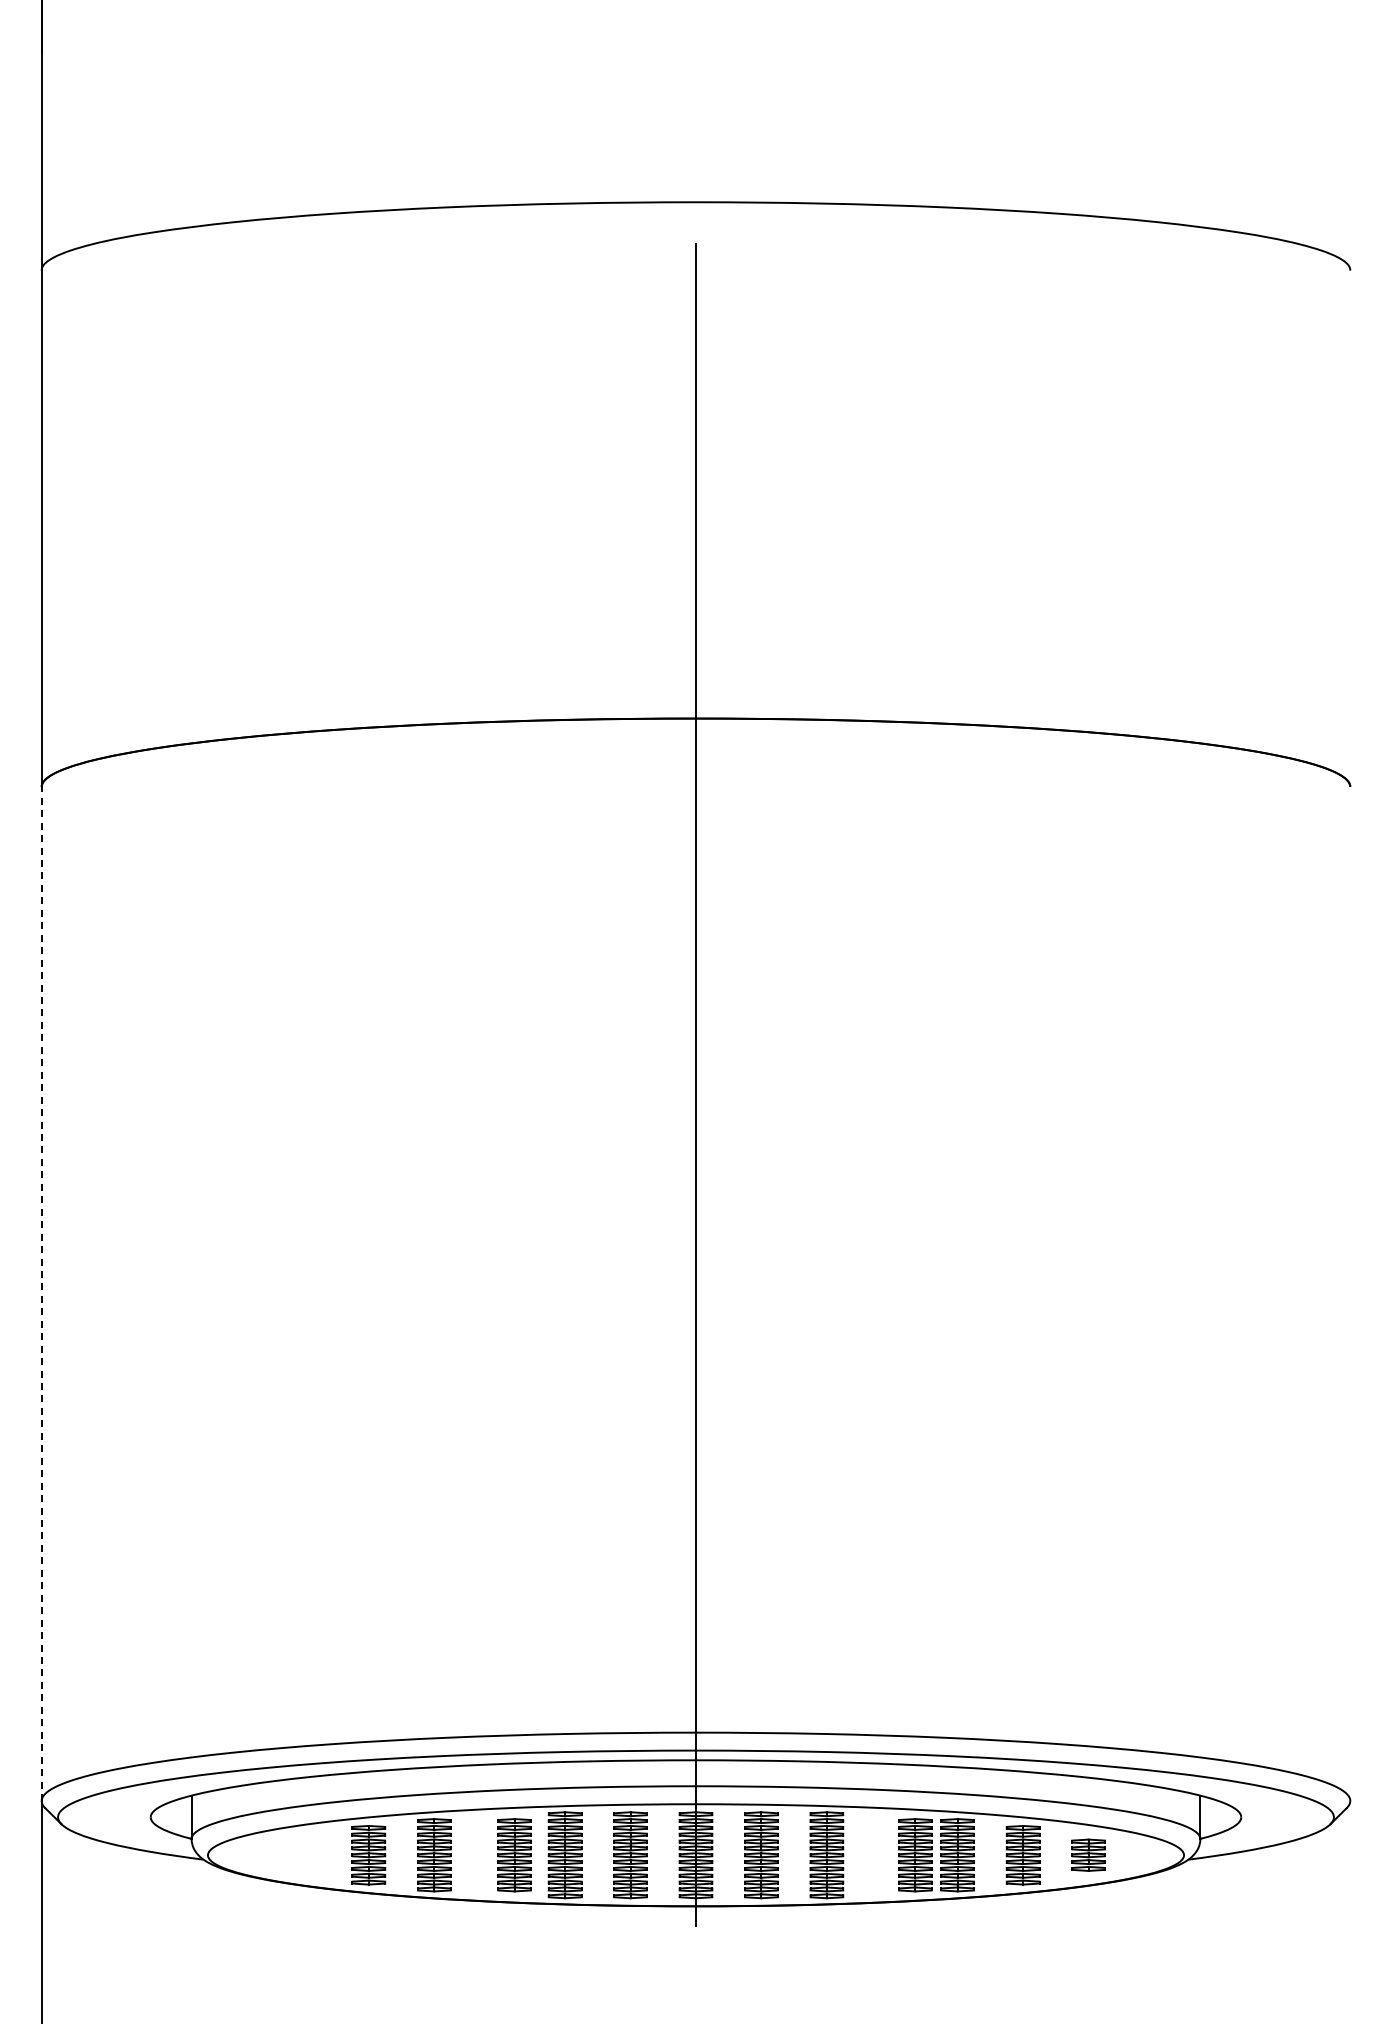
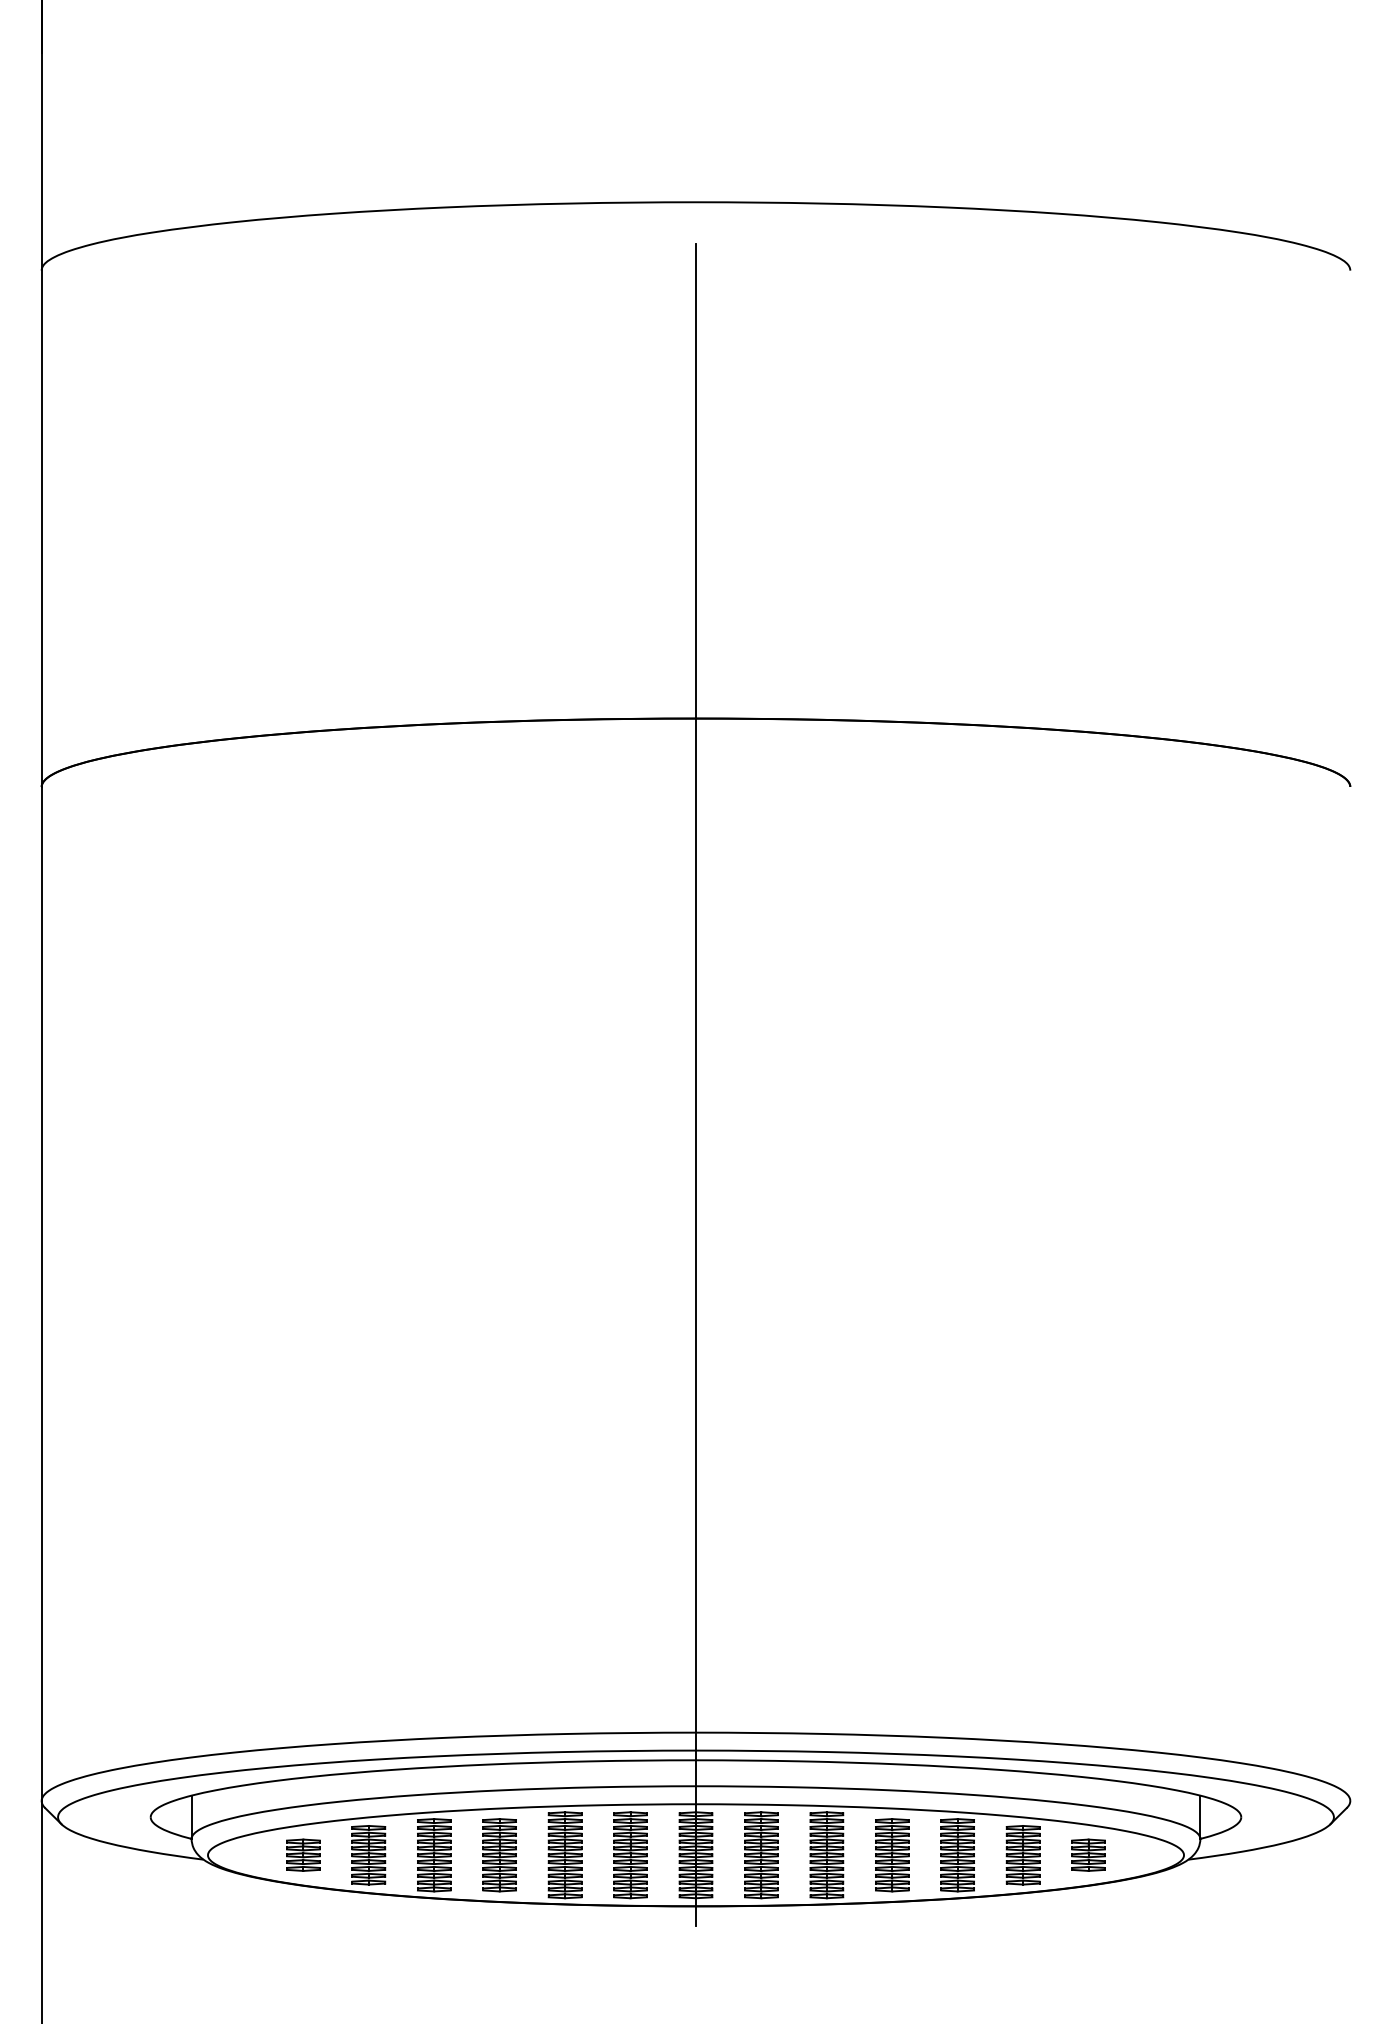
line at (41, 1293): dashed -> solid
part at (303, 1854): none -> present
part at (514, 1855) position: (514, 1855) -> (499, 1855)
part at (915, 1855) position: (915, 1855) -> (892, 1855)
